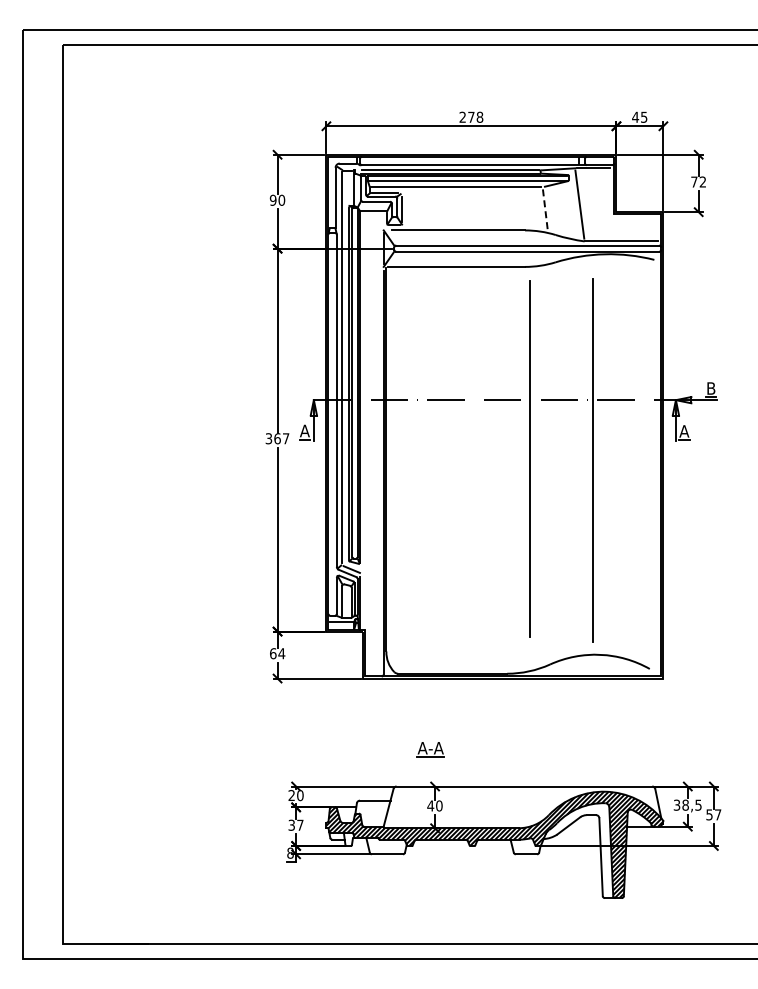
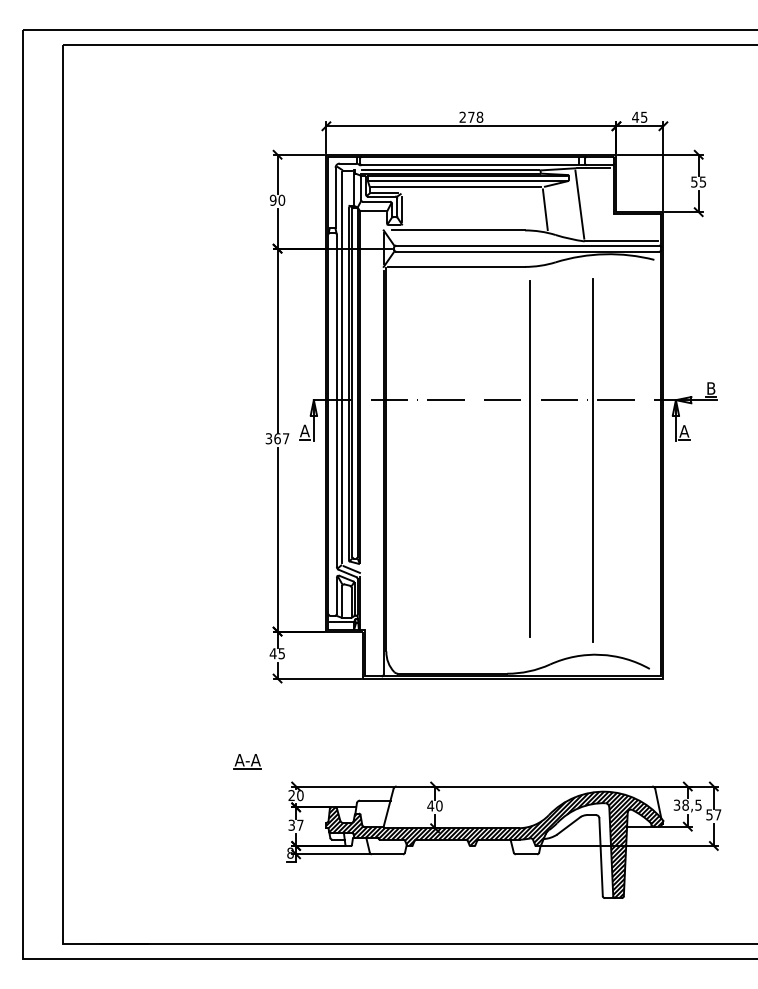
text at (698, 181): 72 -> 55
line at (545, 210): dashed -> solid
text at (277, 653): 64 -> 45
part at (430, 749) position: (430, 749) -> (247, 761)
